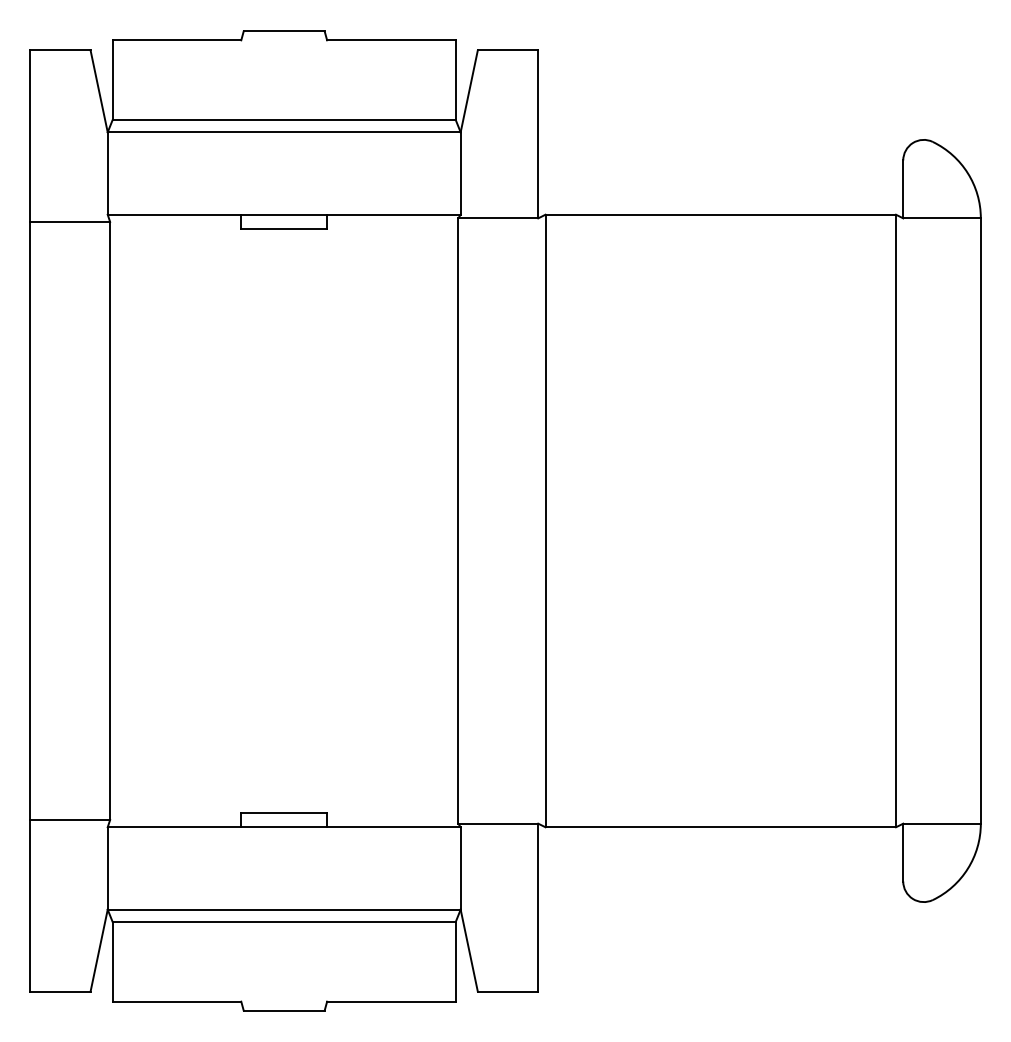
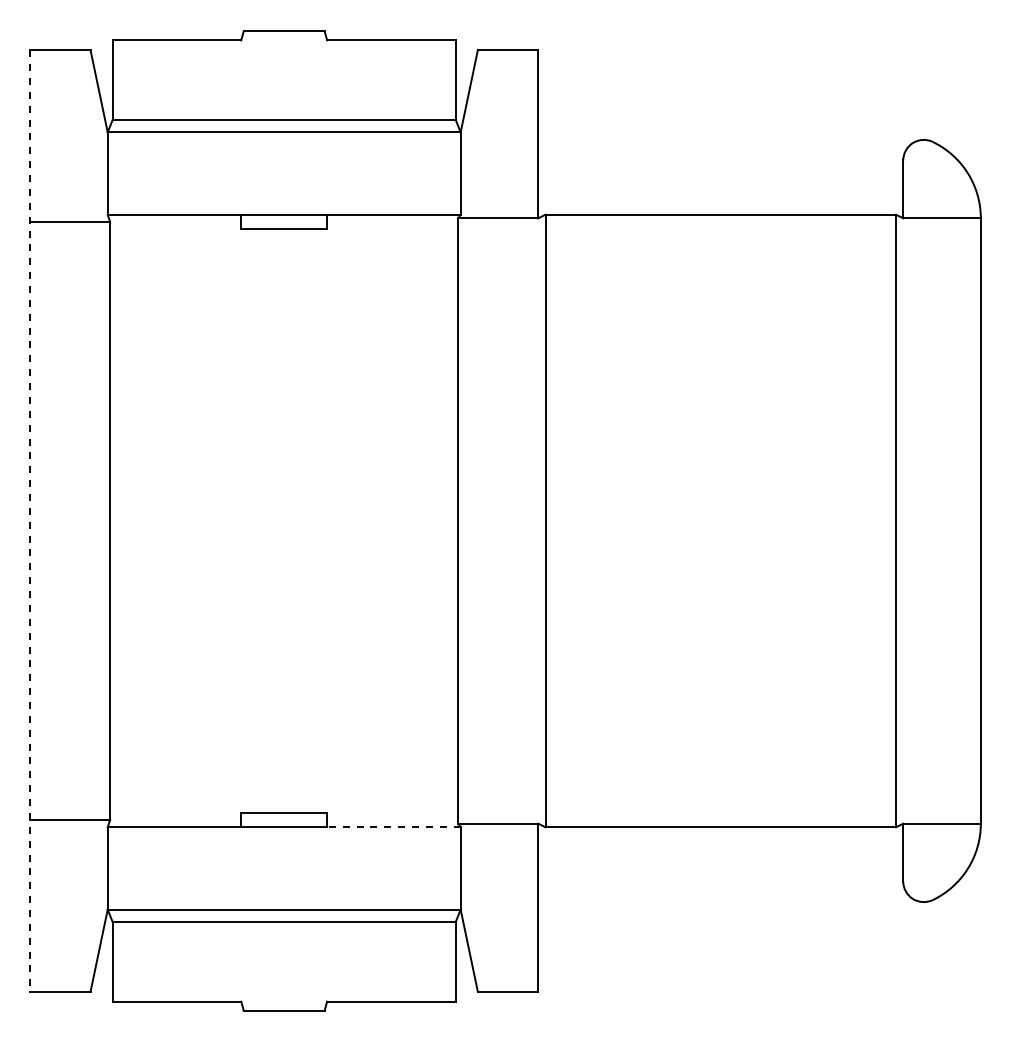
line at (30, 521): solid -> dashed
line at (393, 827): solid -> dashed
